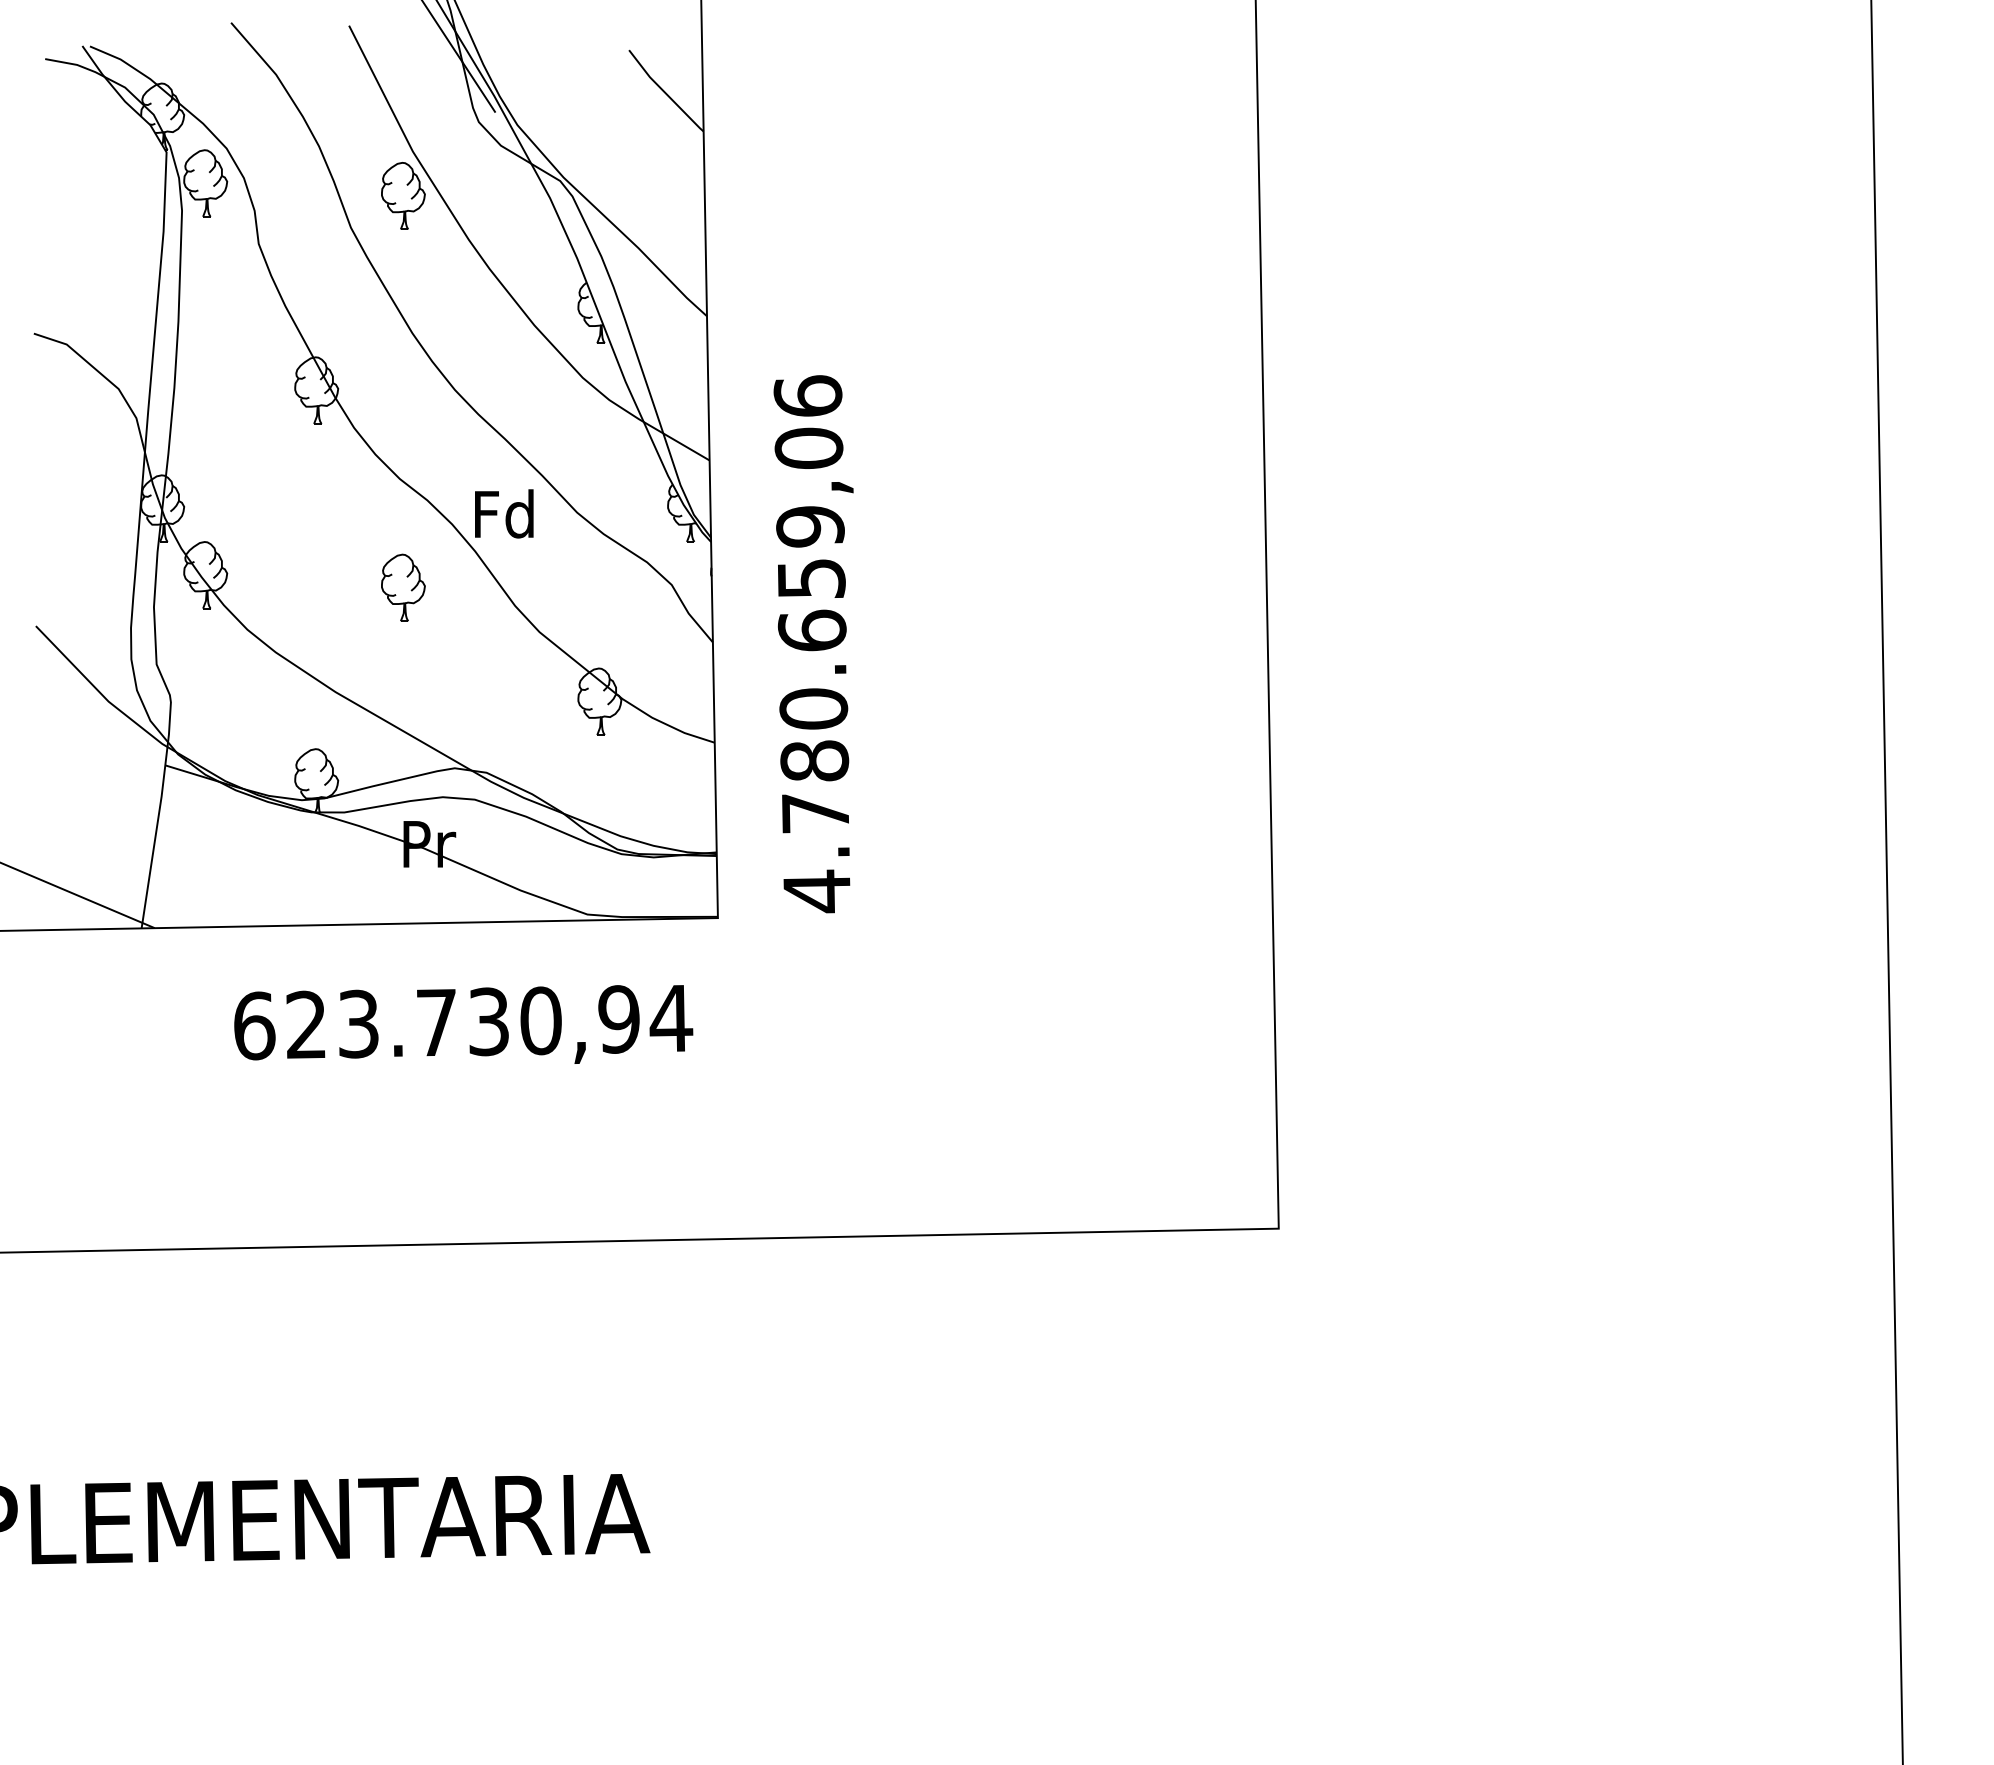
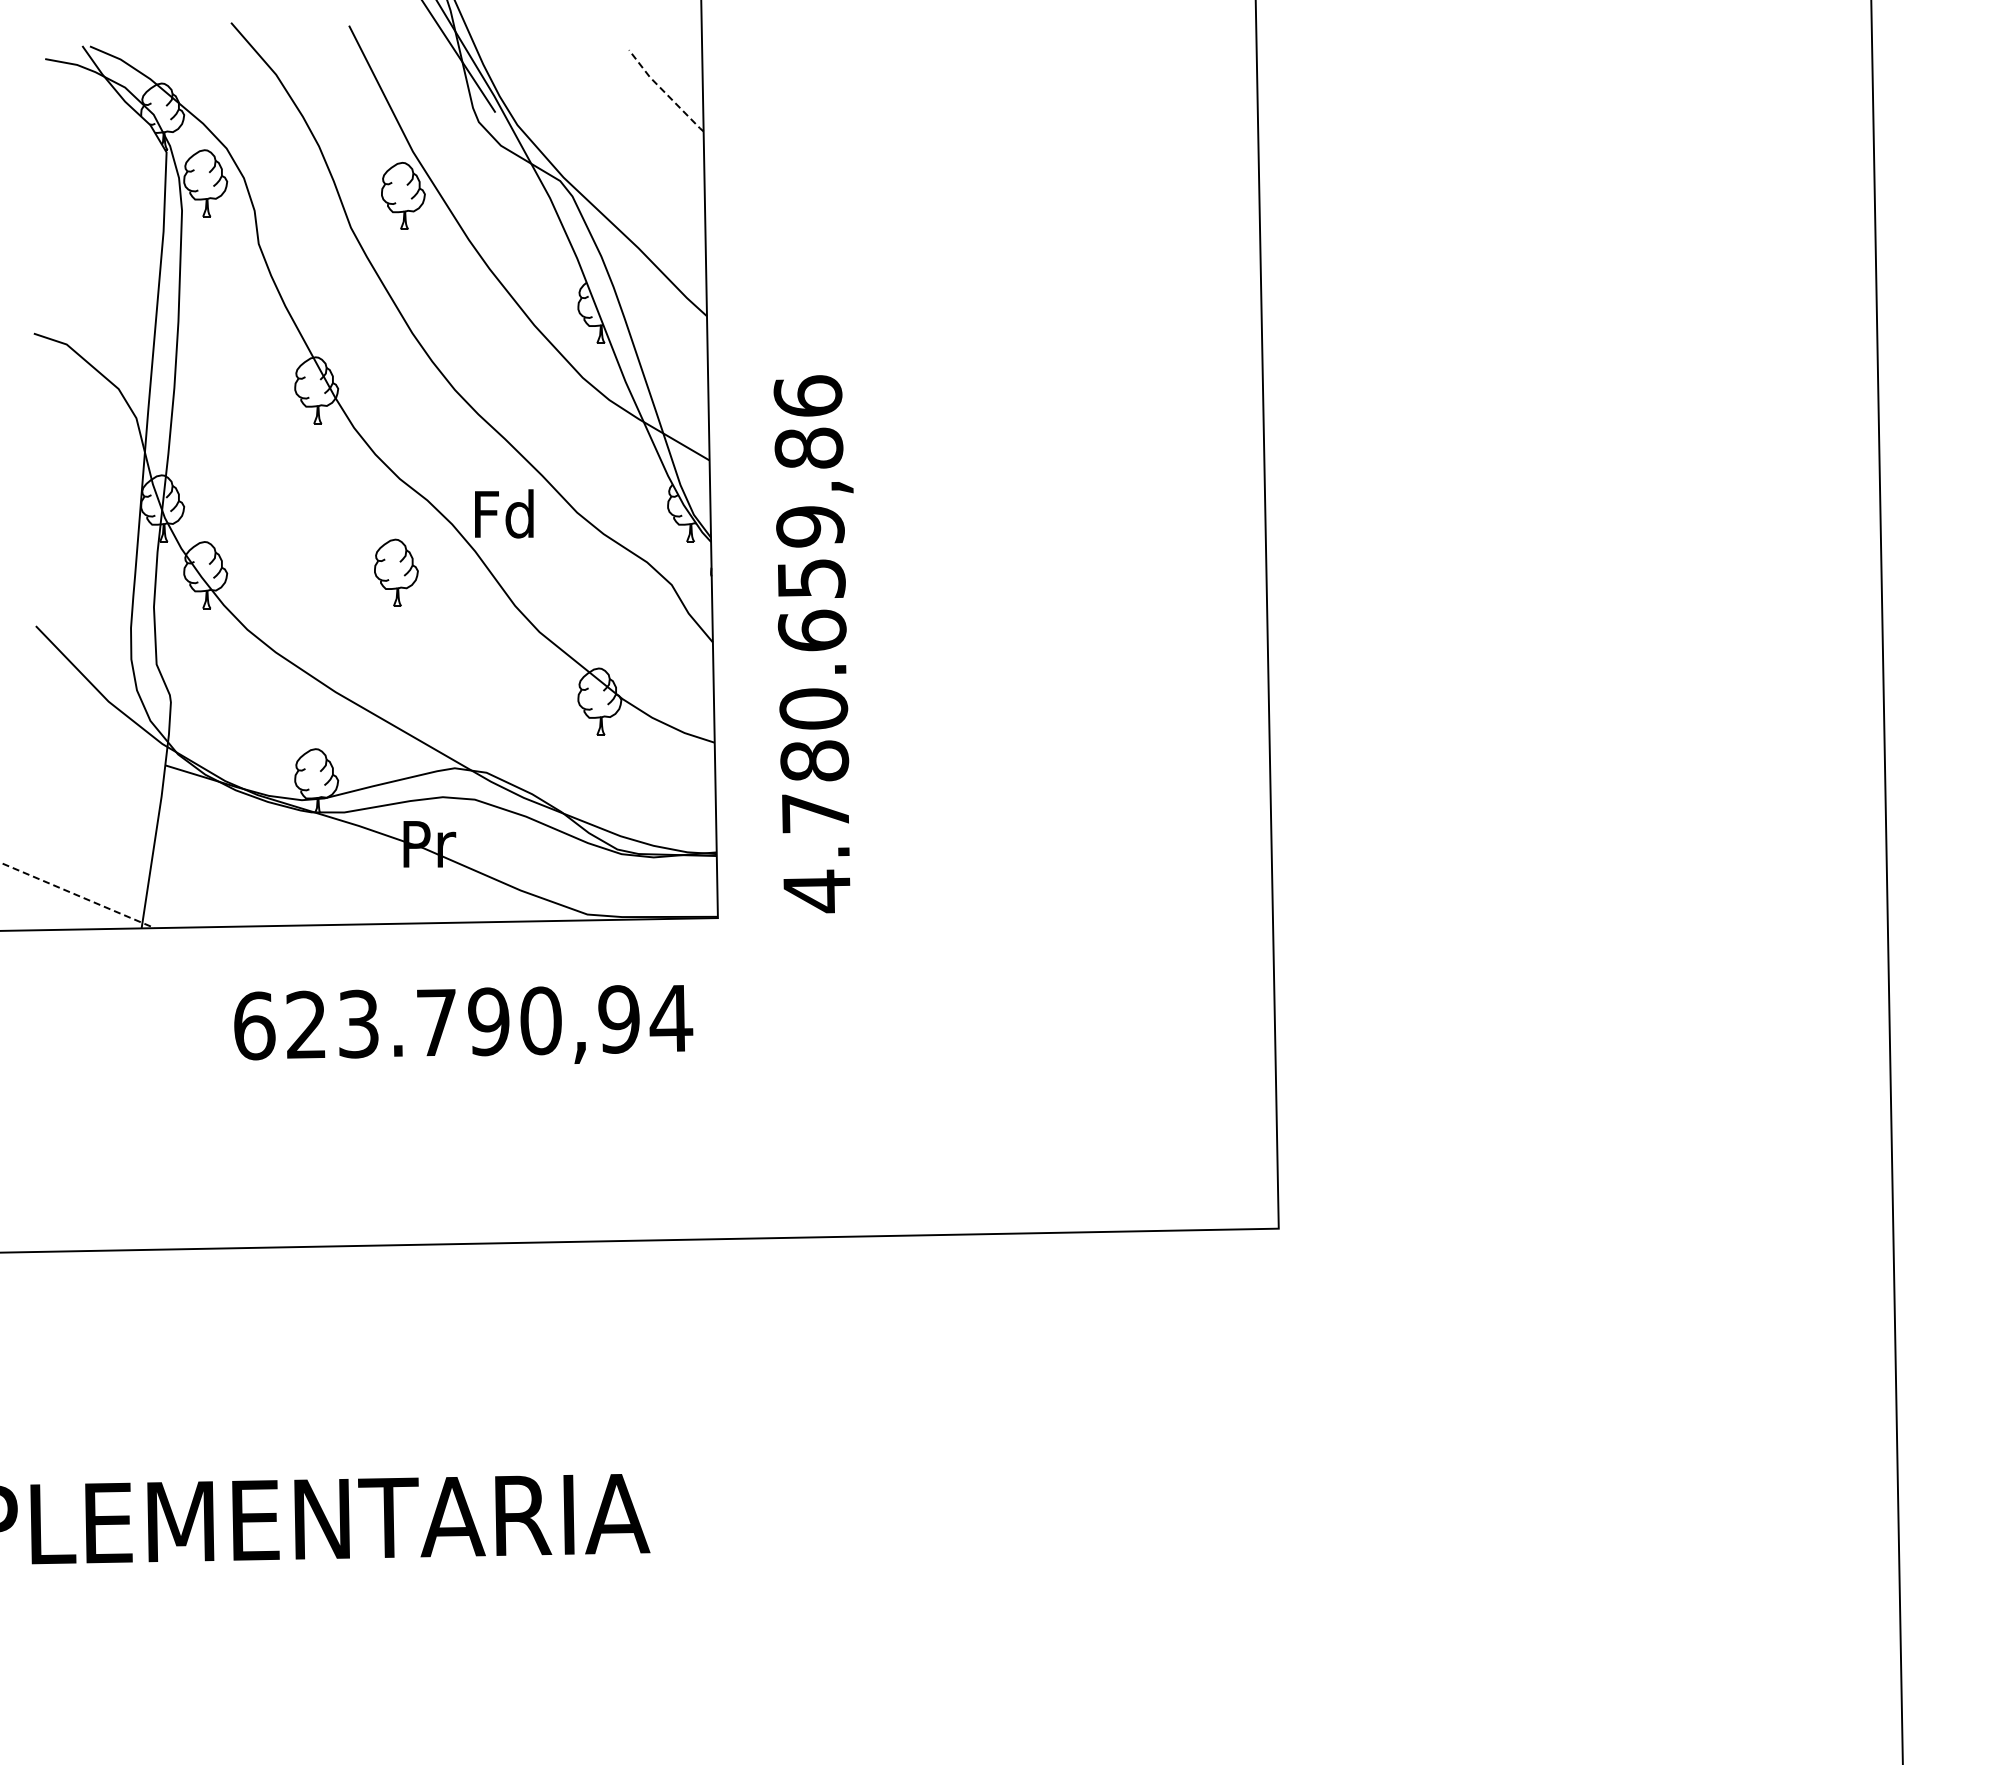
line at (664, 92): solid -> dashed
text at (808, 447): 4.780.659,06 -> 4.780.659,86
part at (403, 587) position: (403, 587) -> (396, 572)
line at (77, 895): solid -> dashed
text at (488, 1021): 623.730,94 -> 623.790,94
